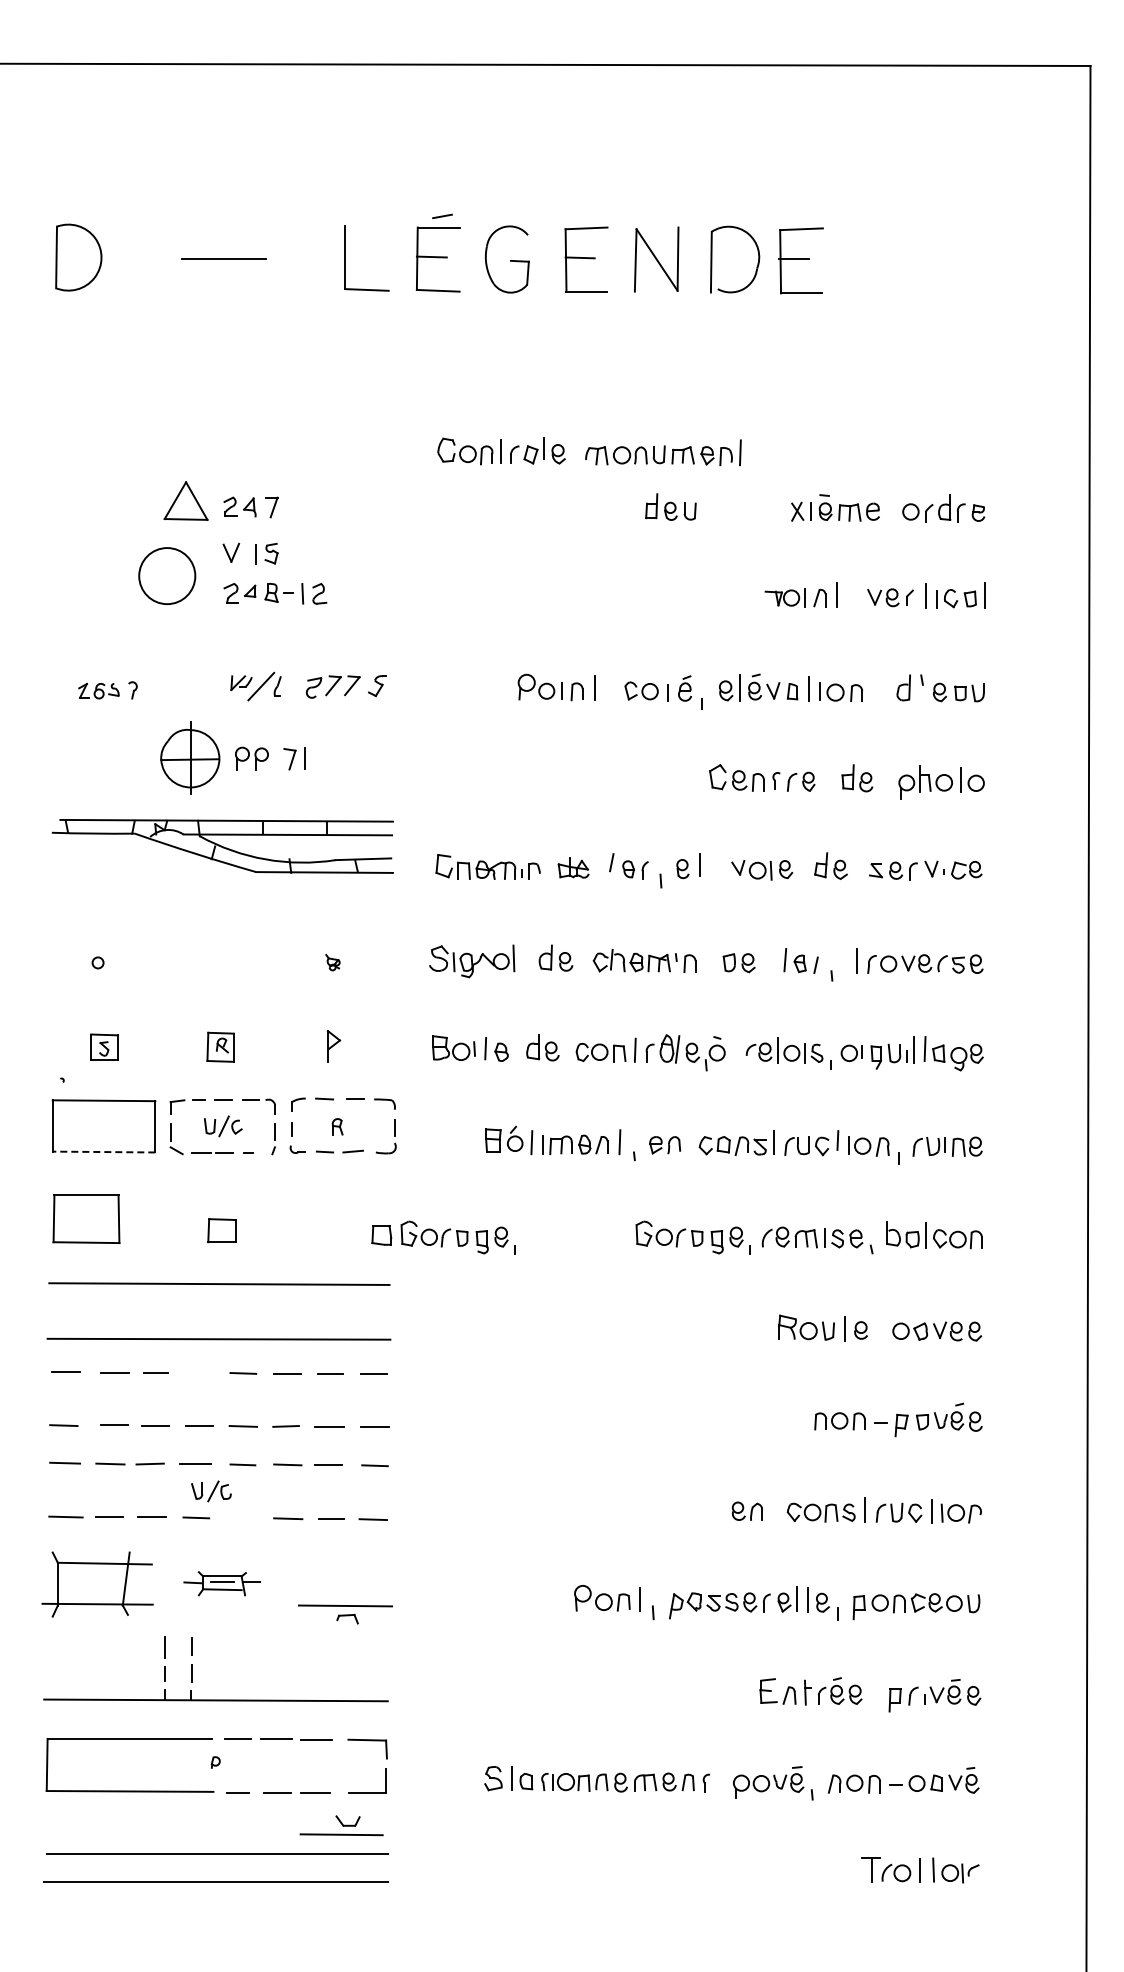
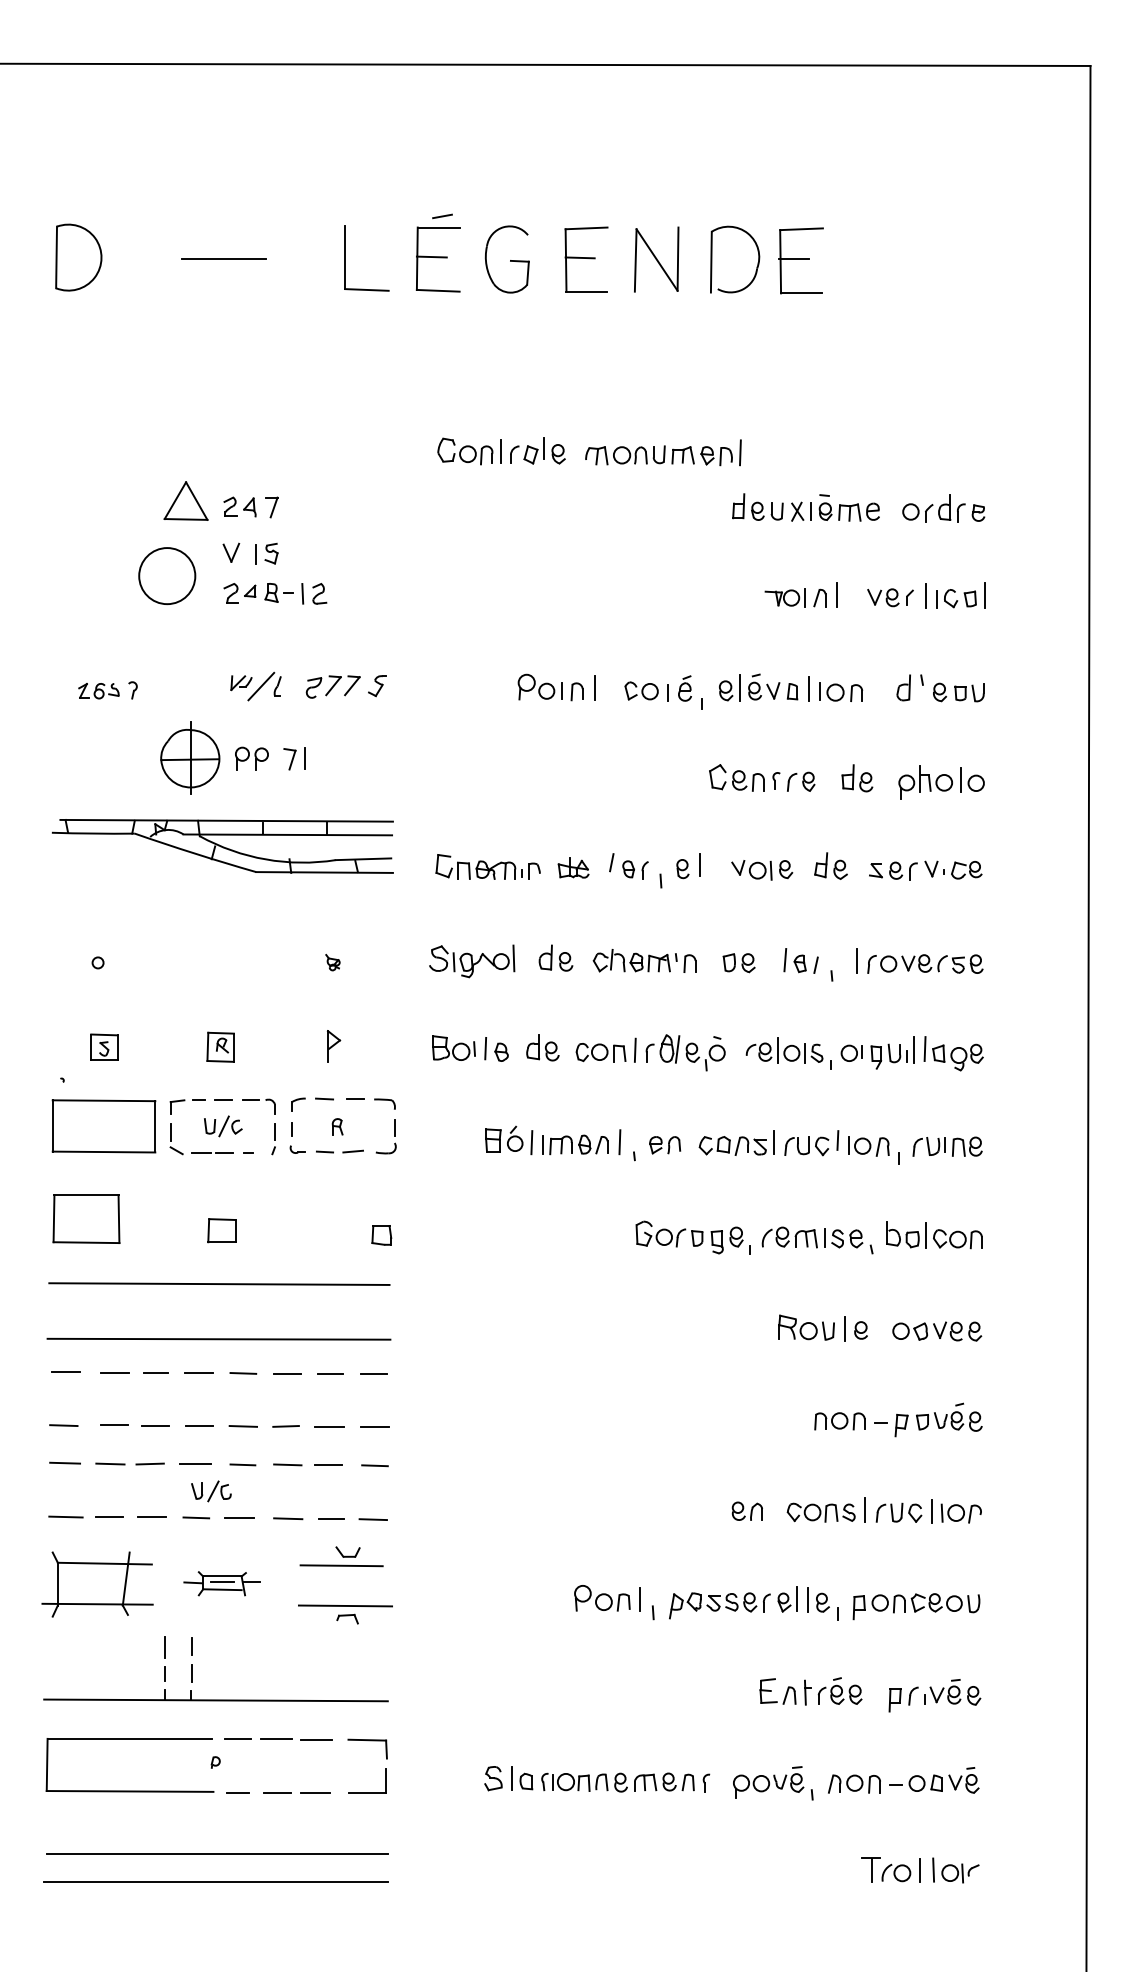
part at (670, 506) position: (670, 506) -> (757, 506)
line at (103, 1152): dashed -> solid
part at (457, 1237): present -> none
line at (198, 1373): none -> present
line at (239, 1518): none -> present
part at (341, 1825) position: (341, 1825) -> (341, 1556)
